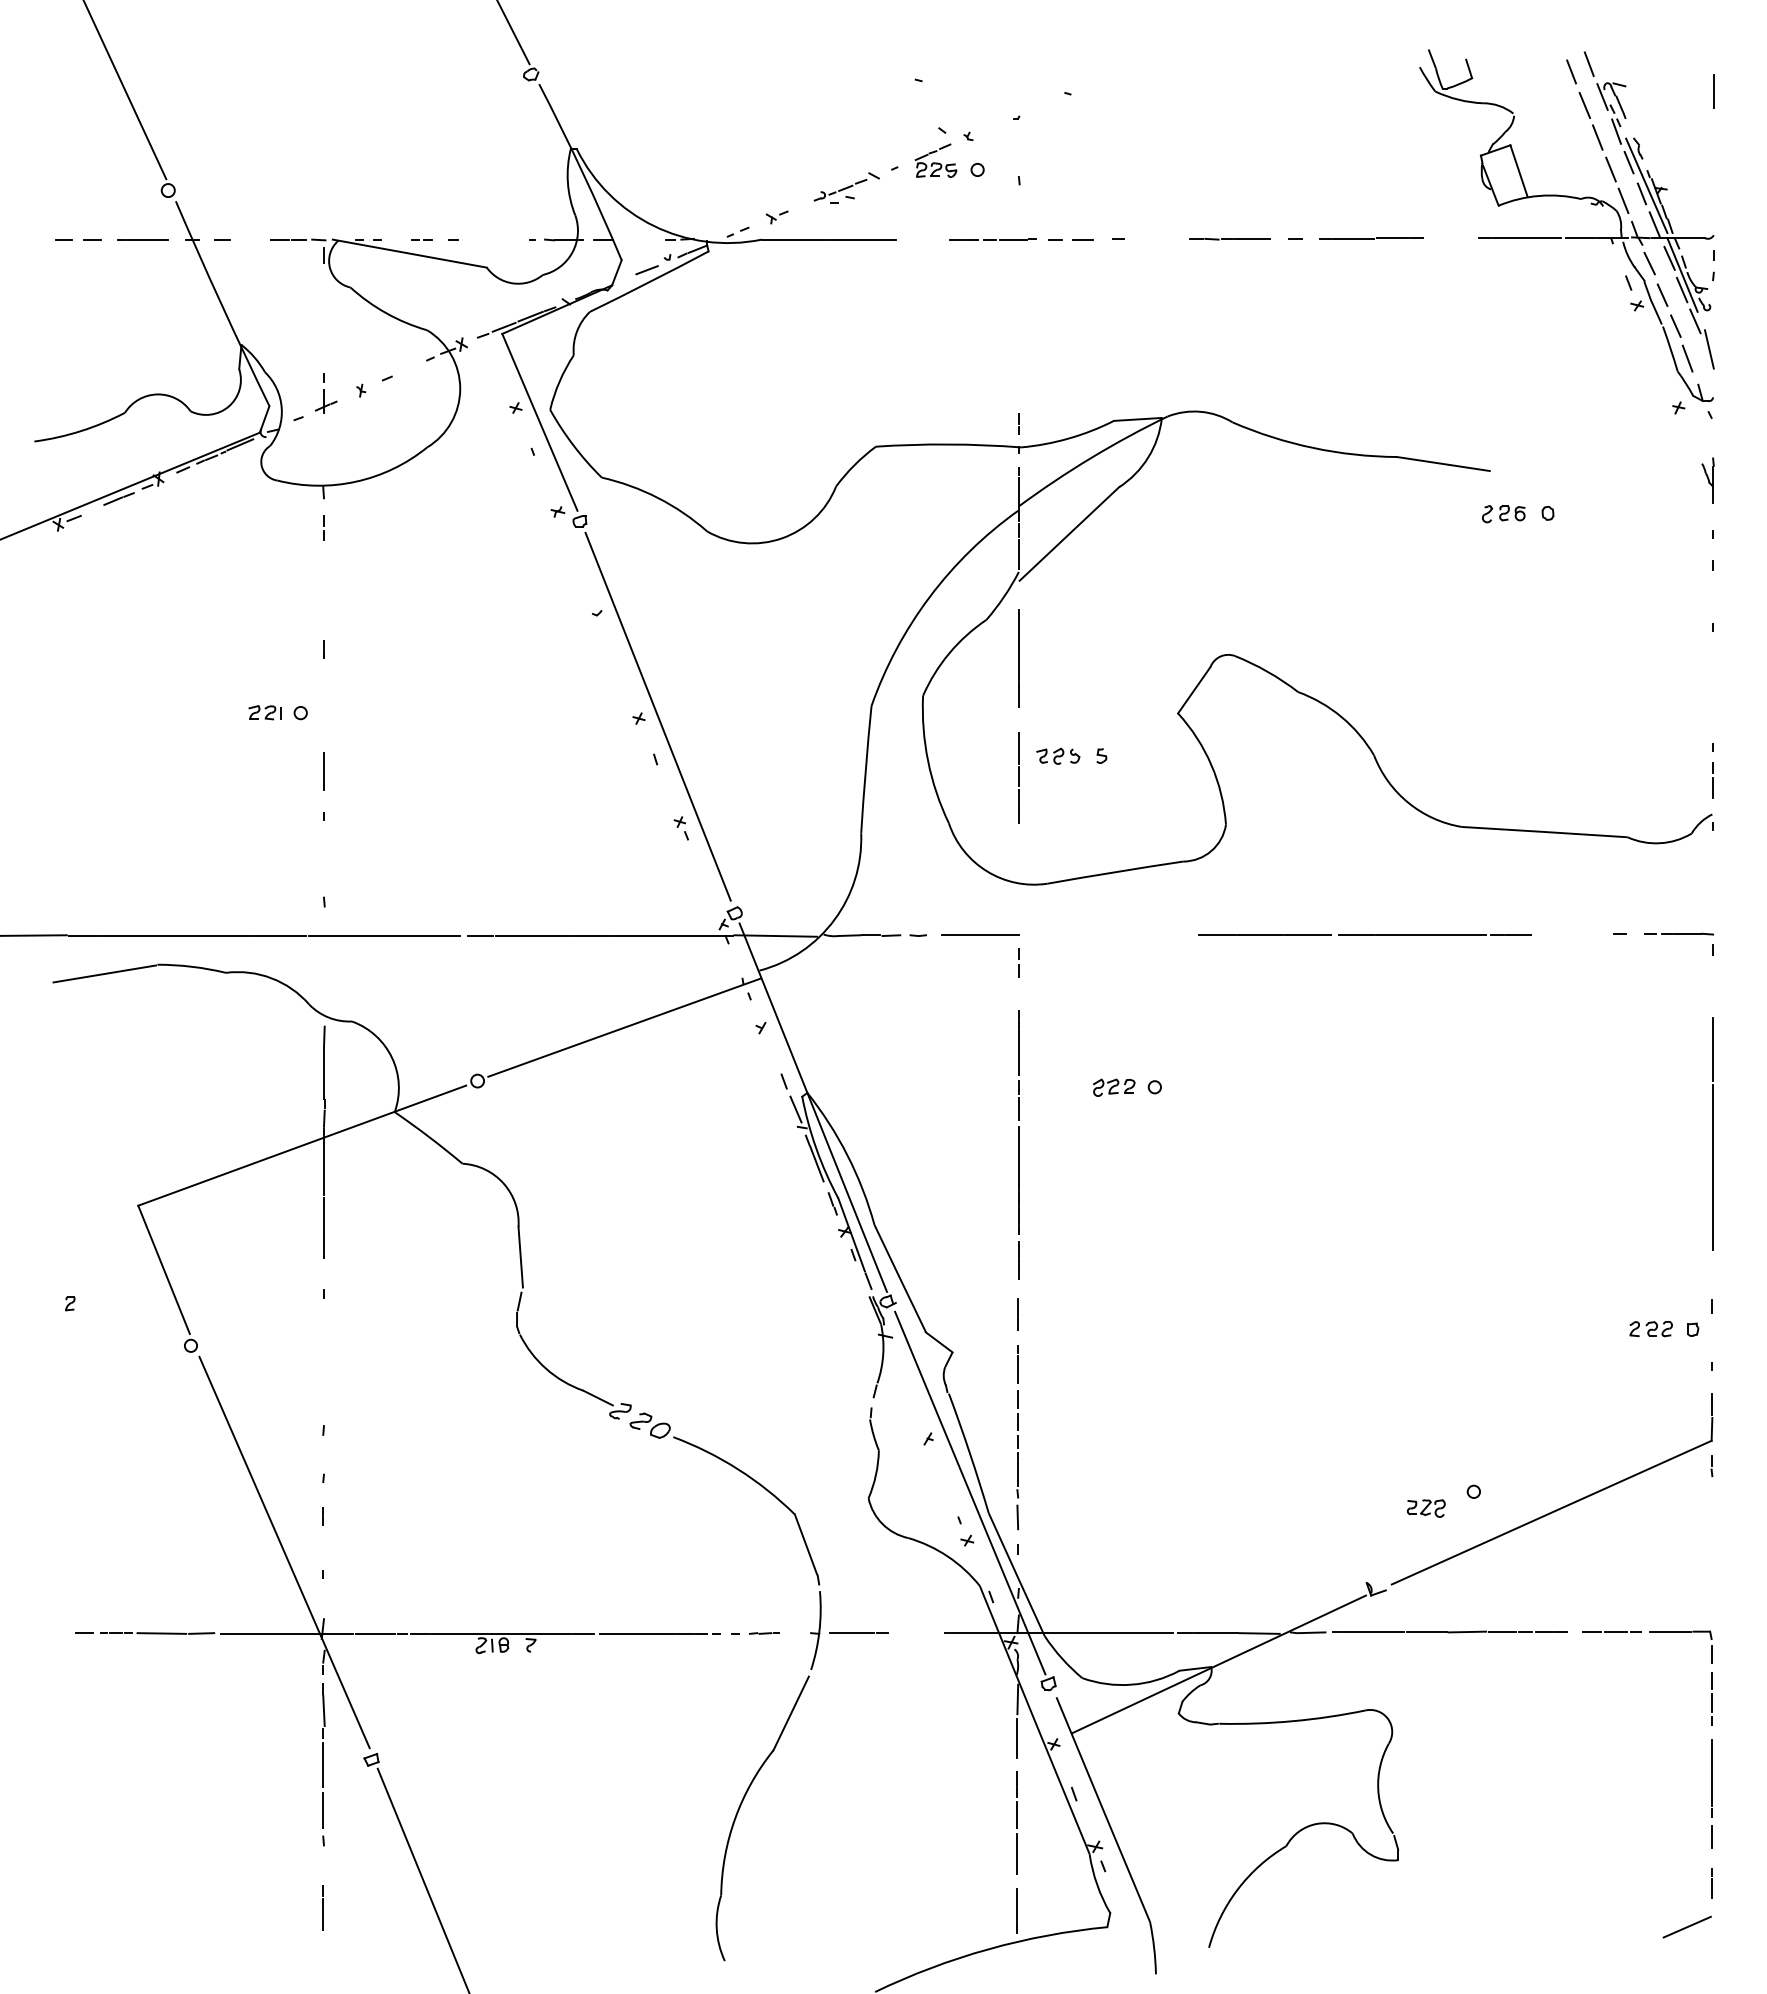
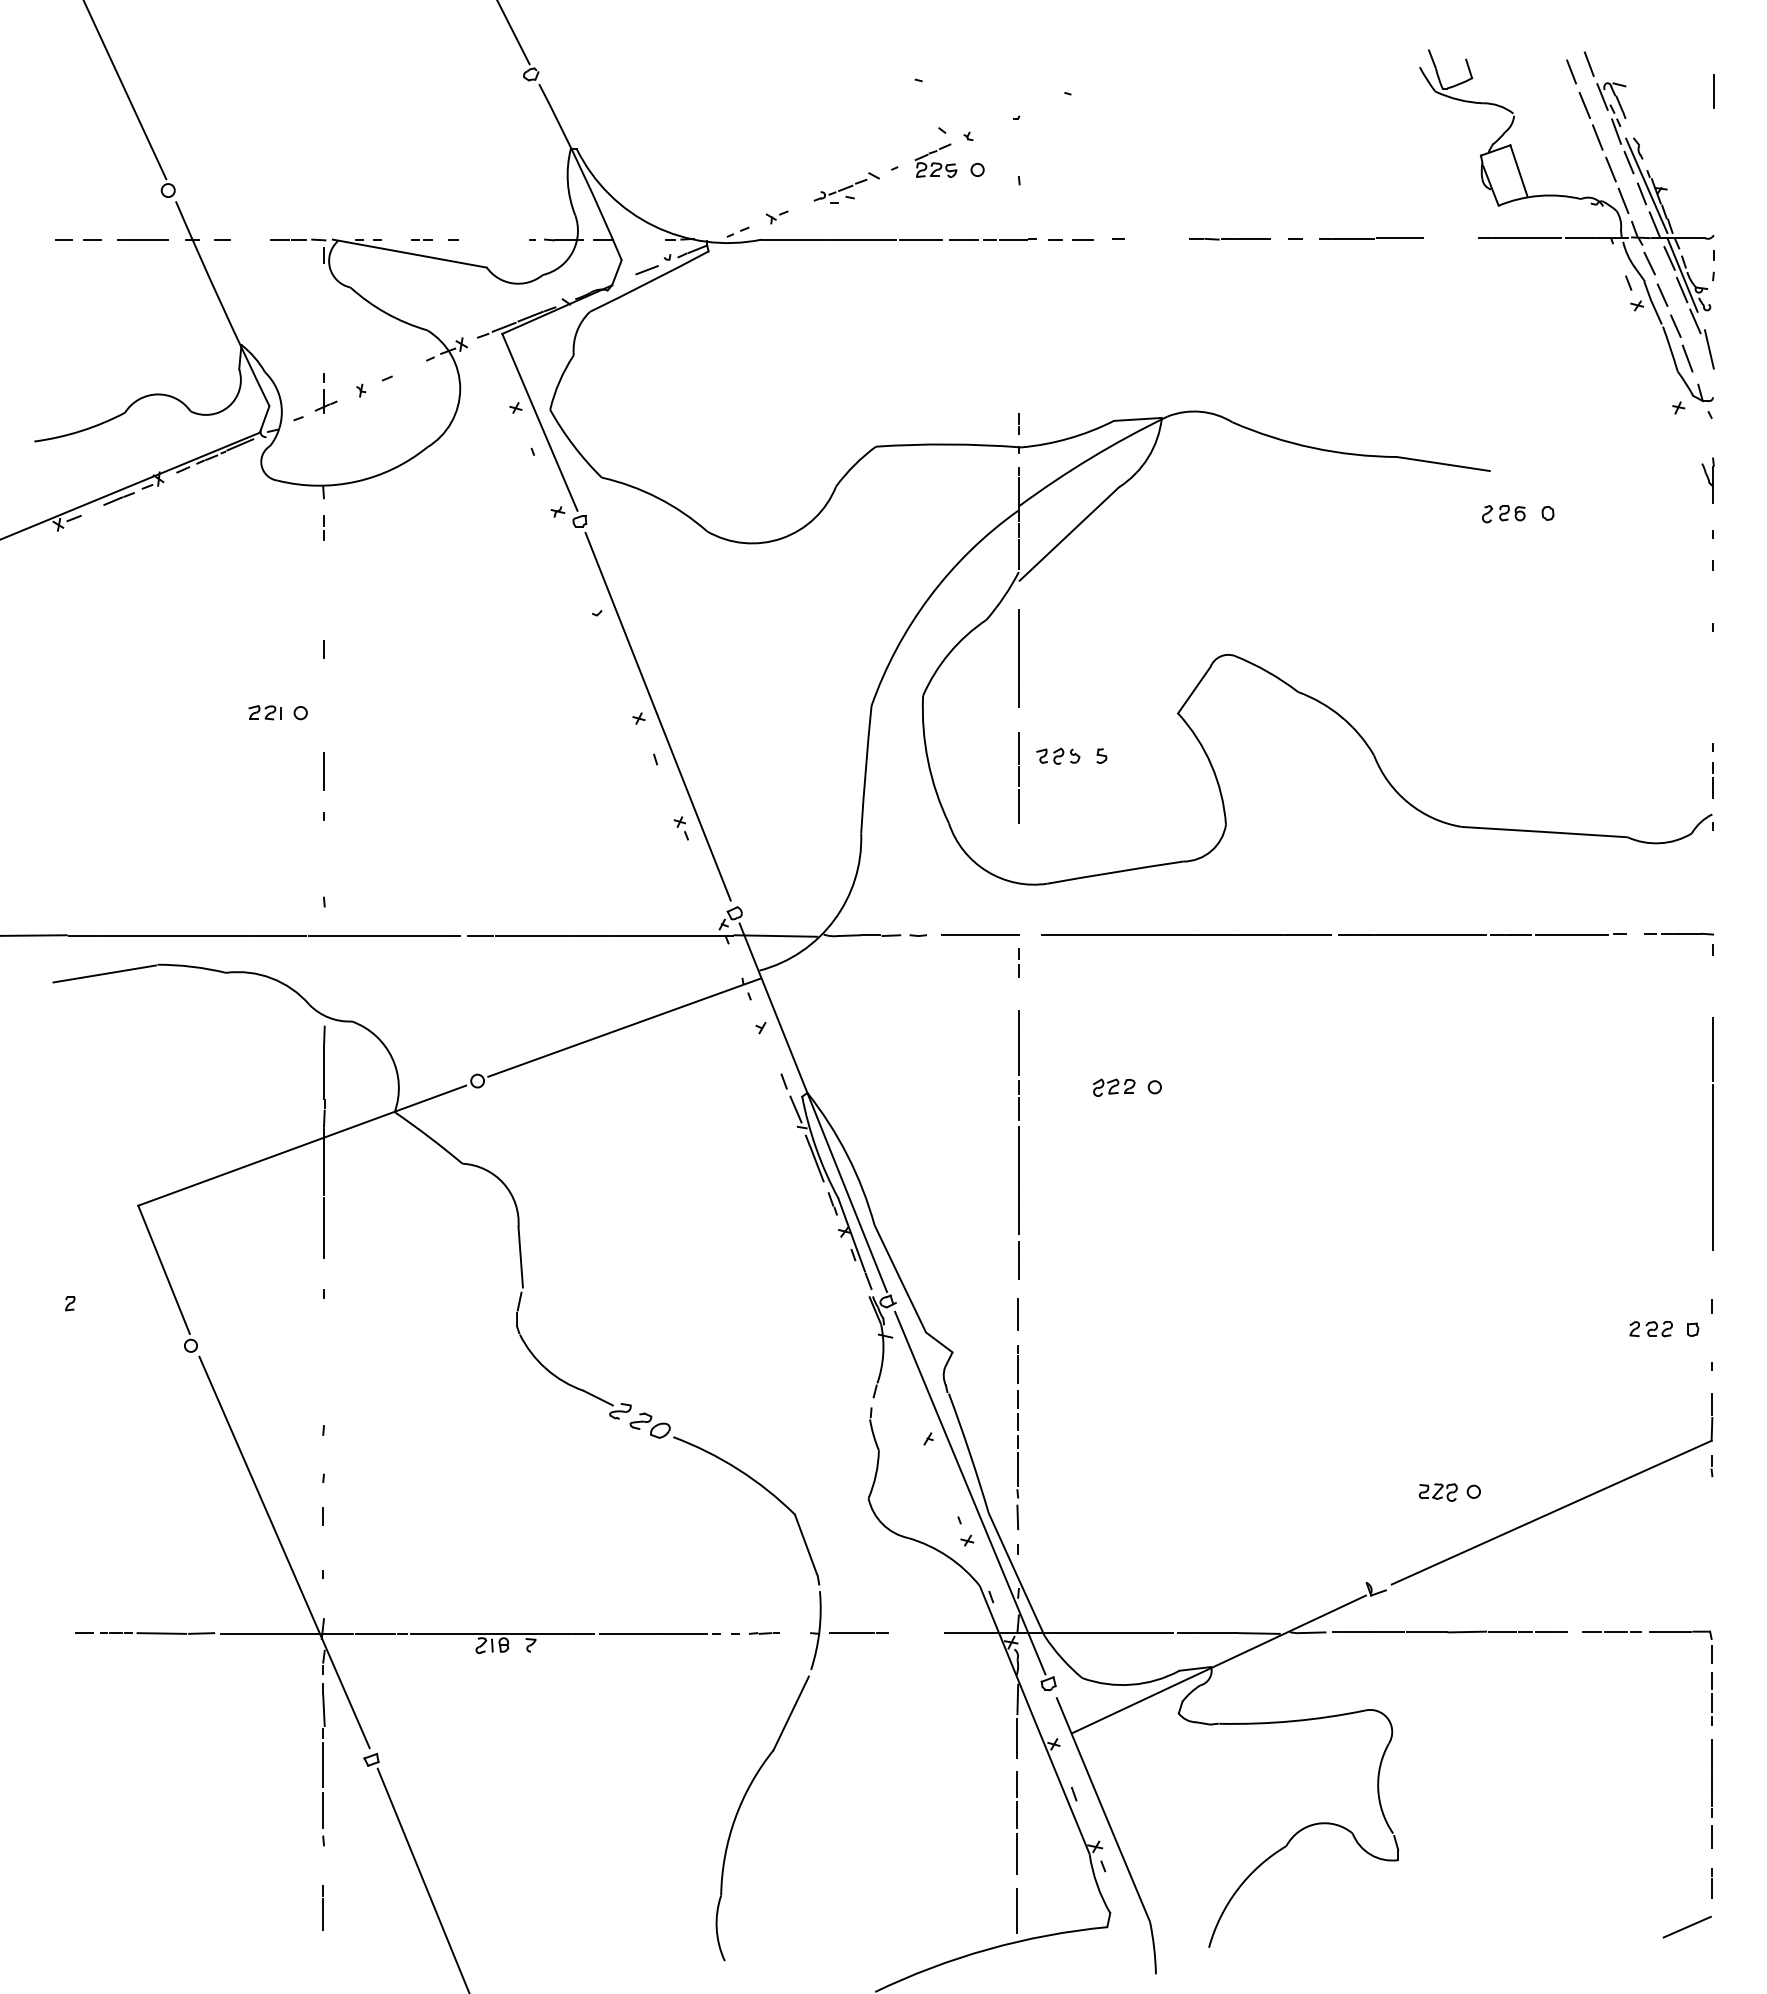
line at (920, 239): none -> present
line at (1571, 934): none -> present
line at (1119, 935): none -> present
part at (1425, 1508) position: (1425, 1508) -> (1437, 1492)
